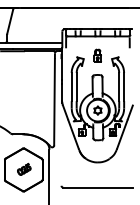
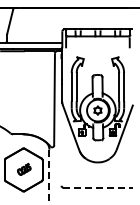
part at (97, 55): present -> none
line at (49, 177): solid -> dashed
line at (97, 187): solid -> dashed
